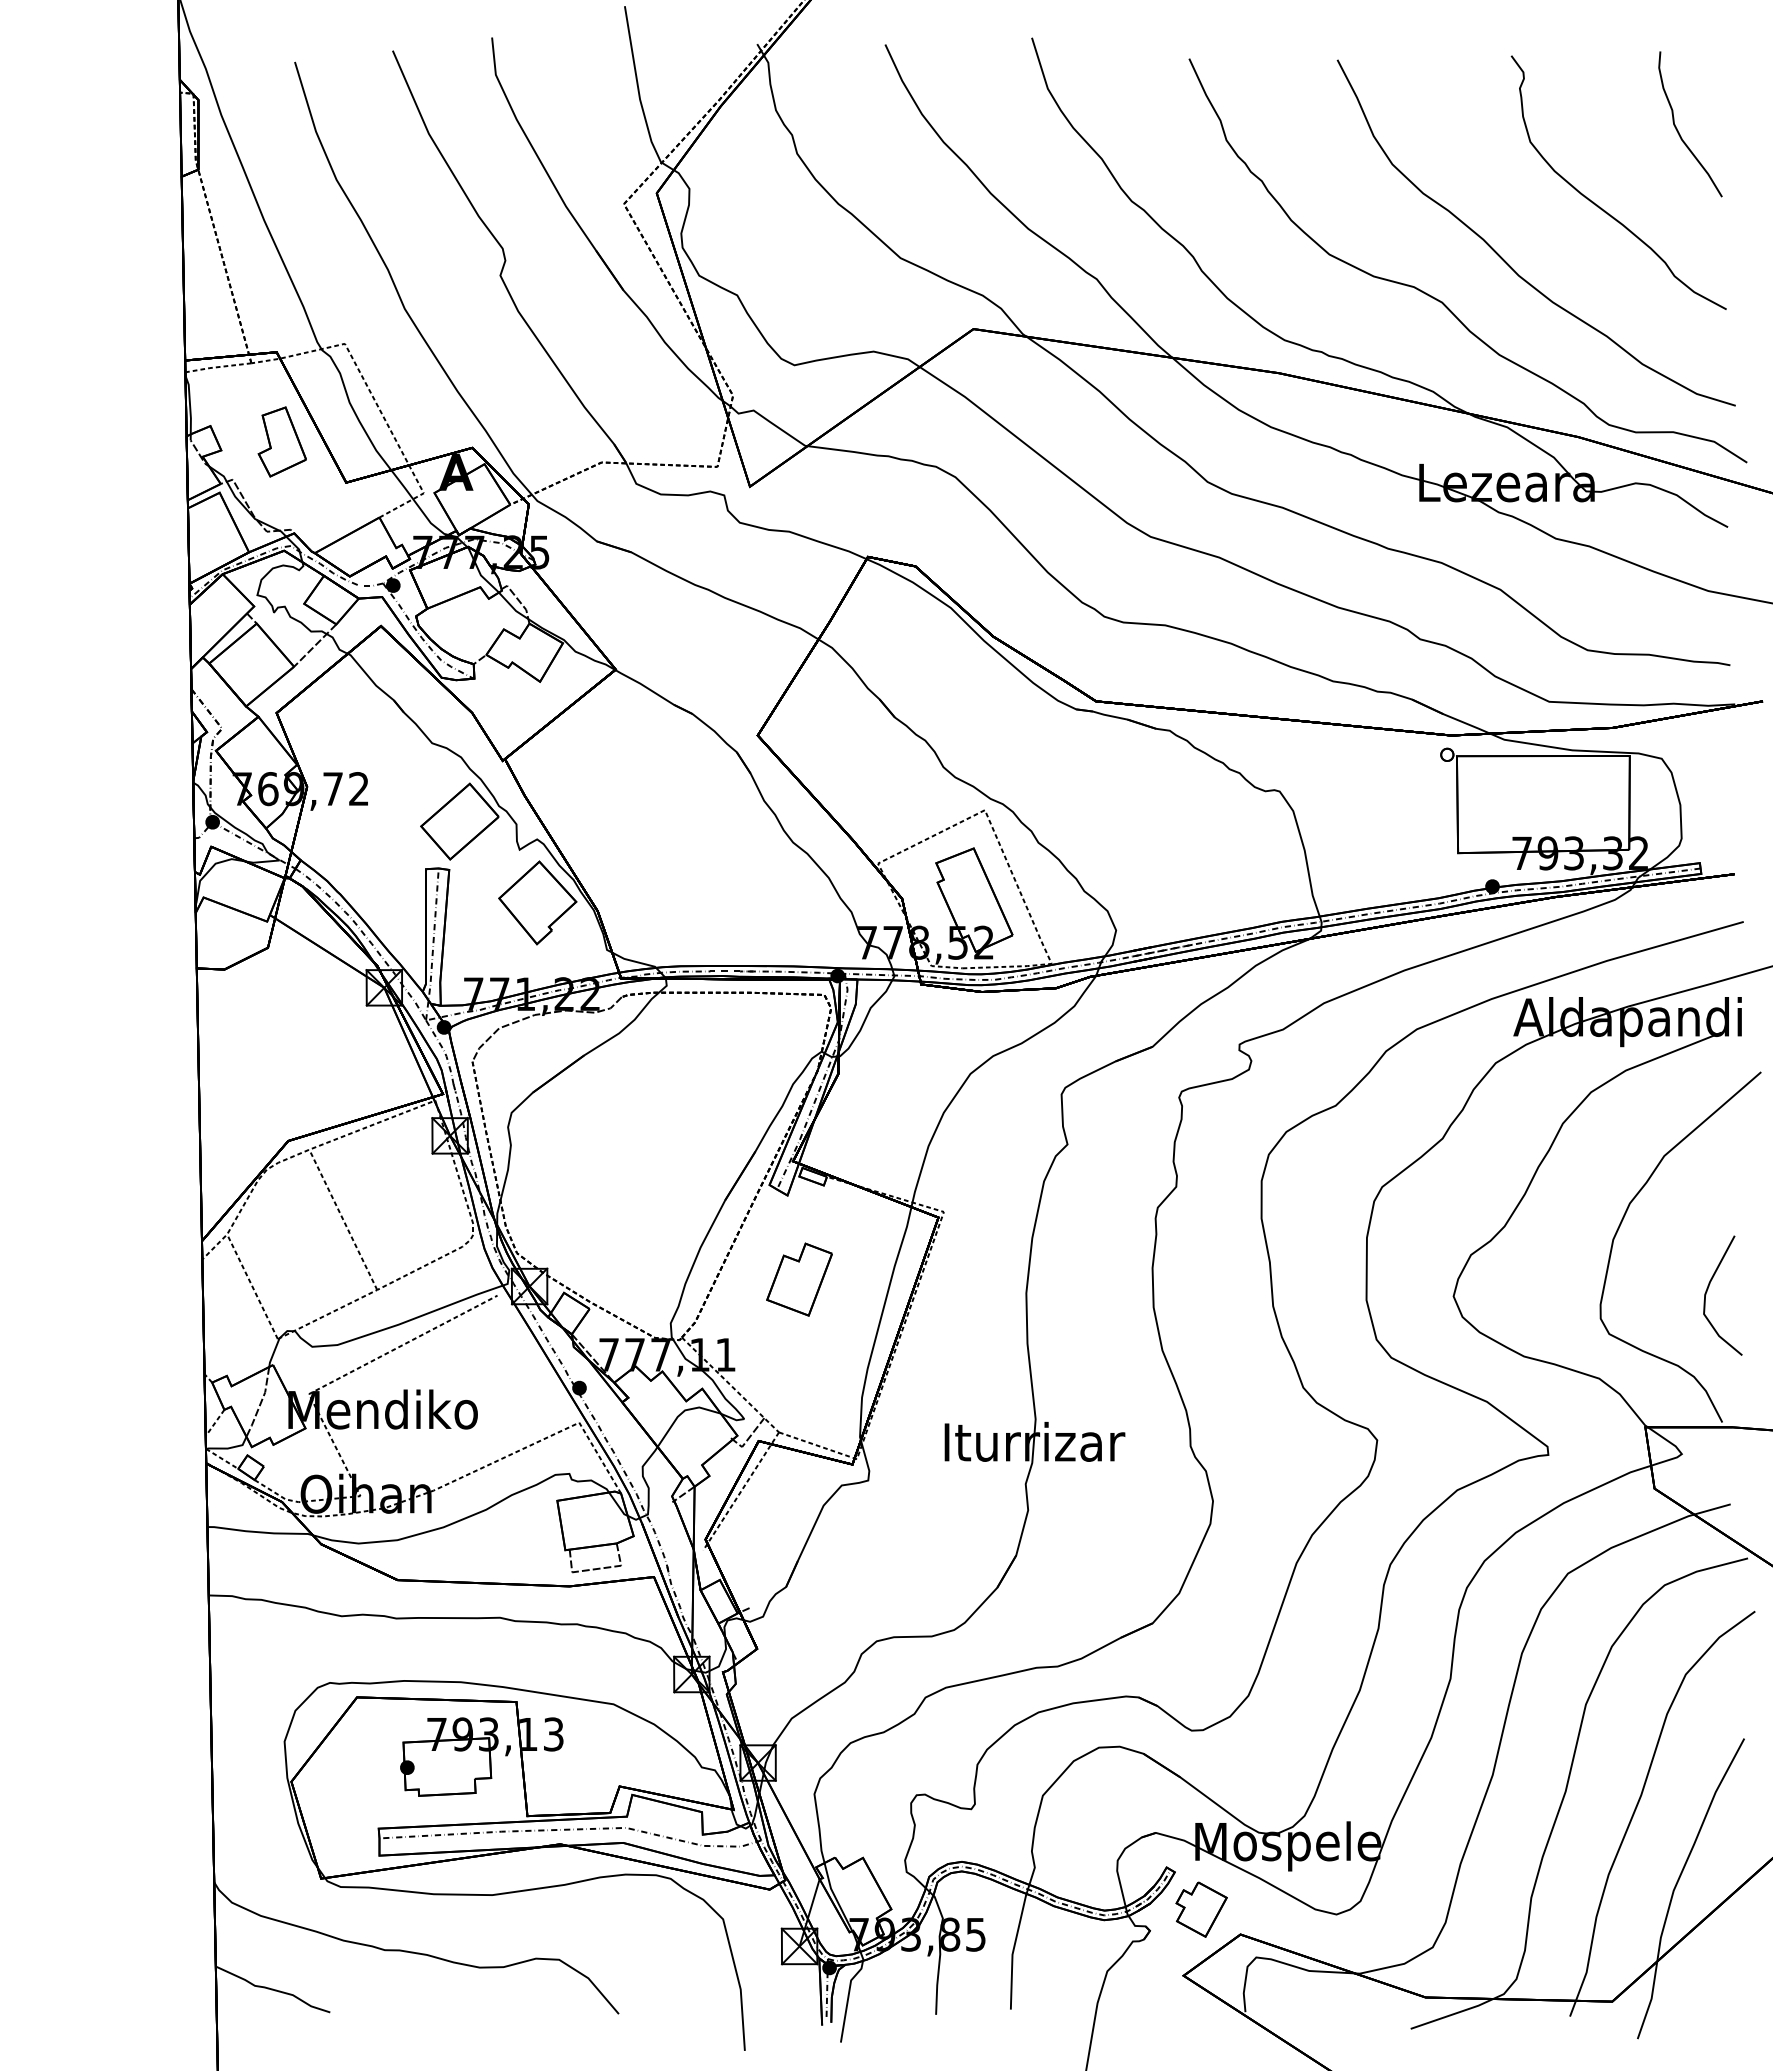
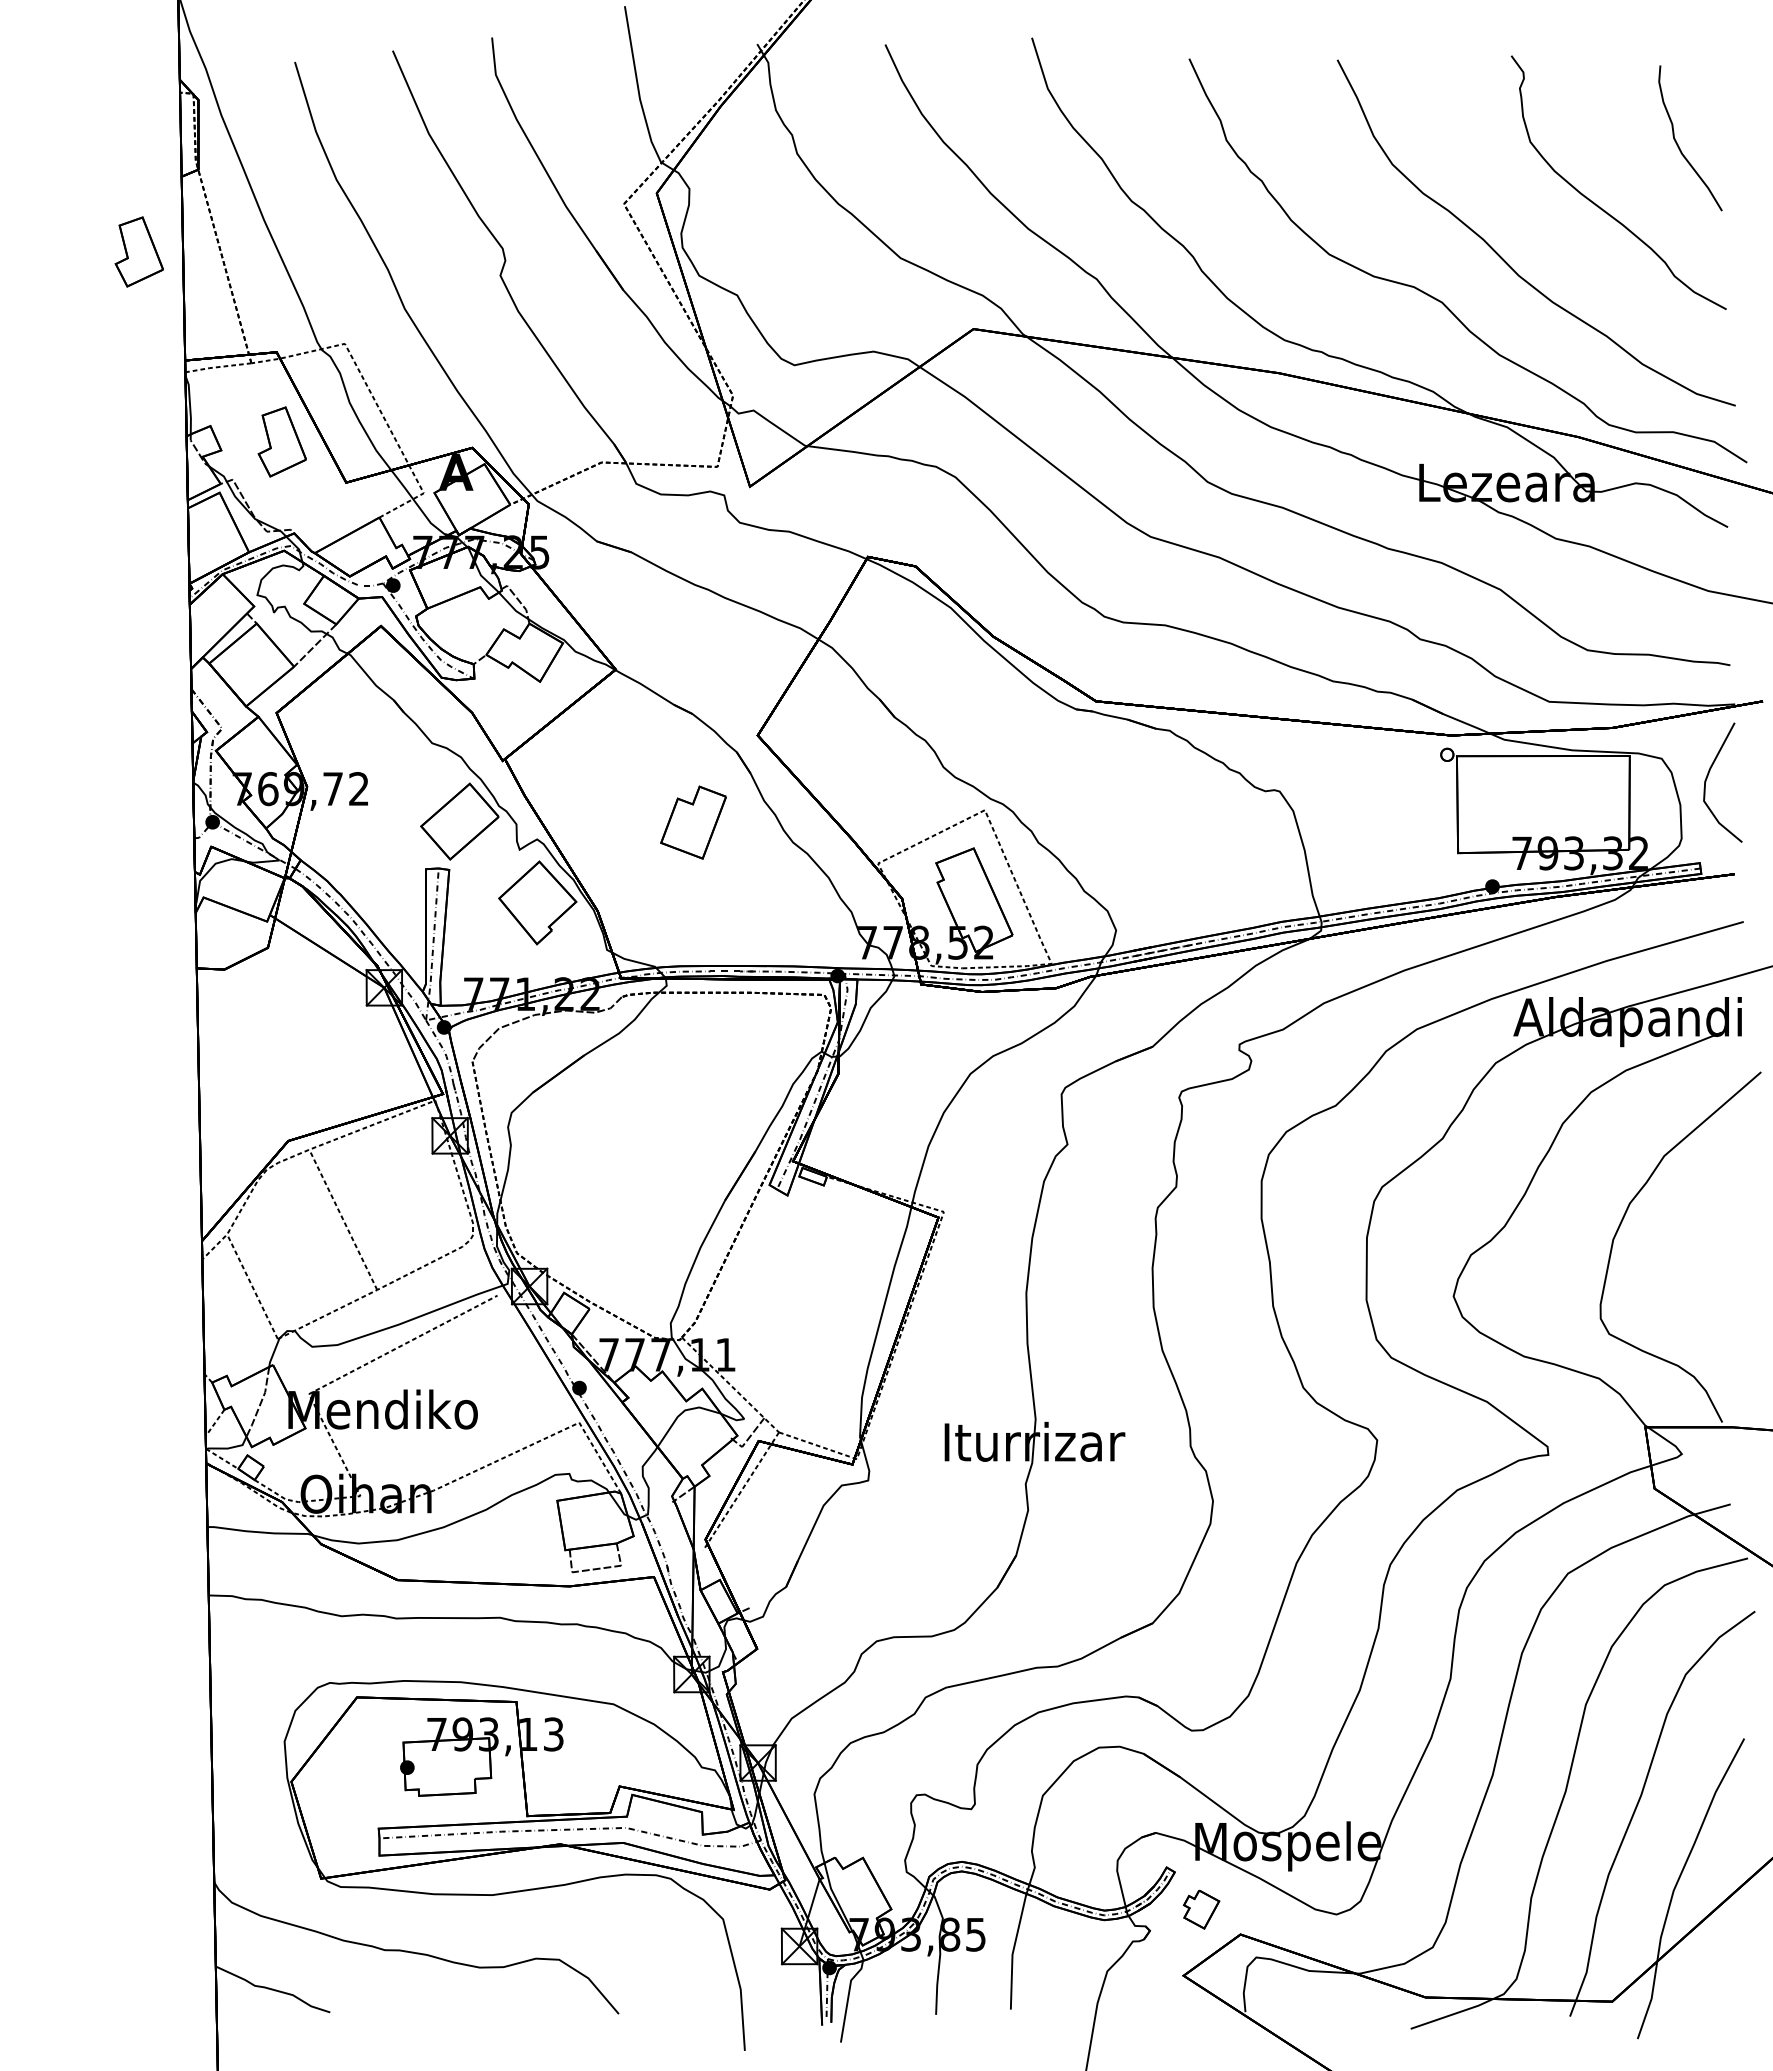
curve at (1678, 130) position: (1678, 130) -> (1678, 144)
part at (138, 251): none -> present
part at (799, 1279) position: (799, 1279) -> (693, 822)
curve at (1708, 1289) position: (1708, 1289) -> (1708, 776)
part at (1201, 1909) size: 53x57 px -> 38x41 px
